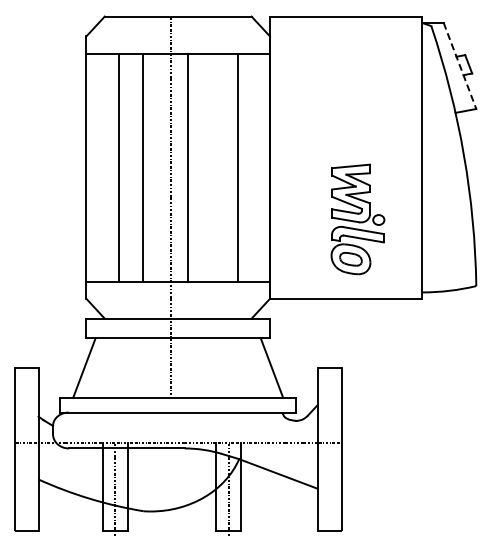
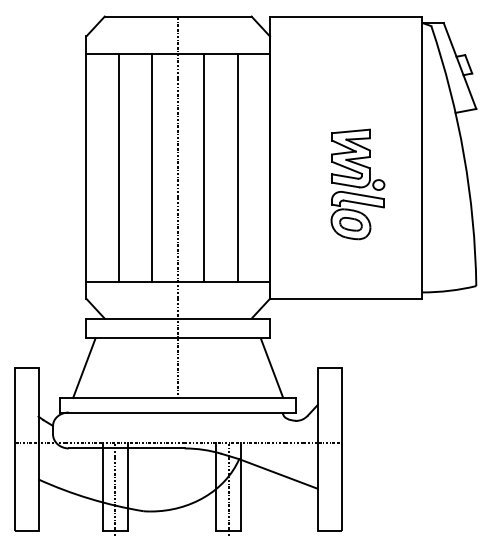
line at (460, 65): dashed -> solid
line at (143, 167) position: (143, 167) -> (152, 167)
line at (188, 167) position: (188, 167) -> (204, 167)
line at (171, 206) position: (171, 206) -> (178, 206)
part at (357, 219) position: (357, 219) -> (357, 184)
